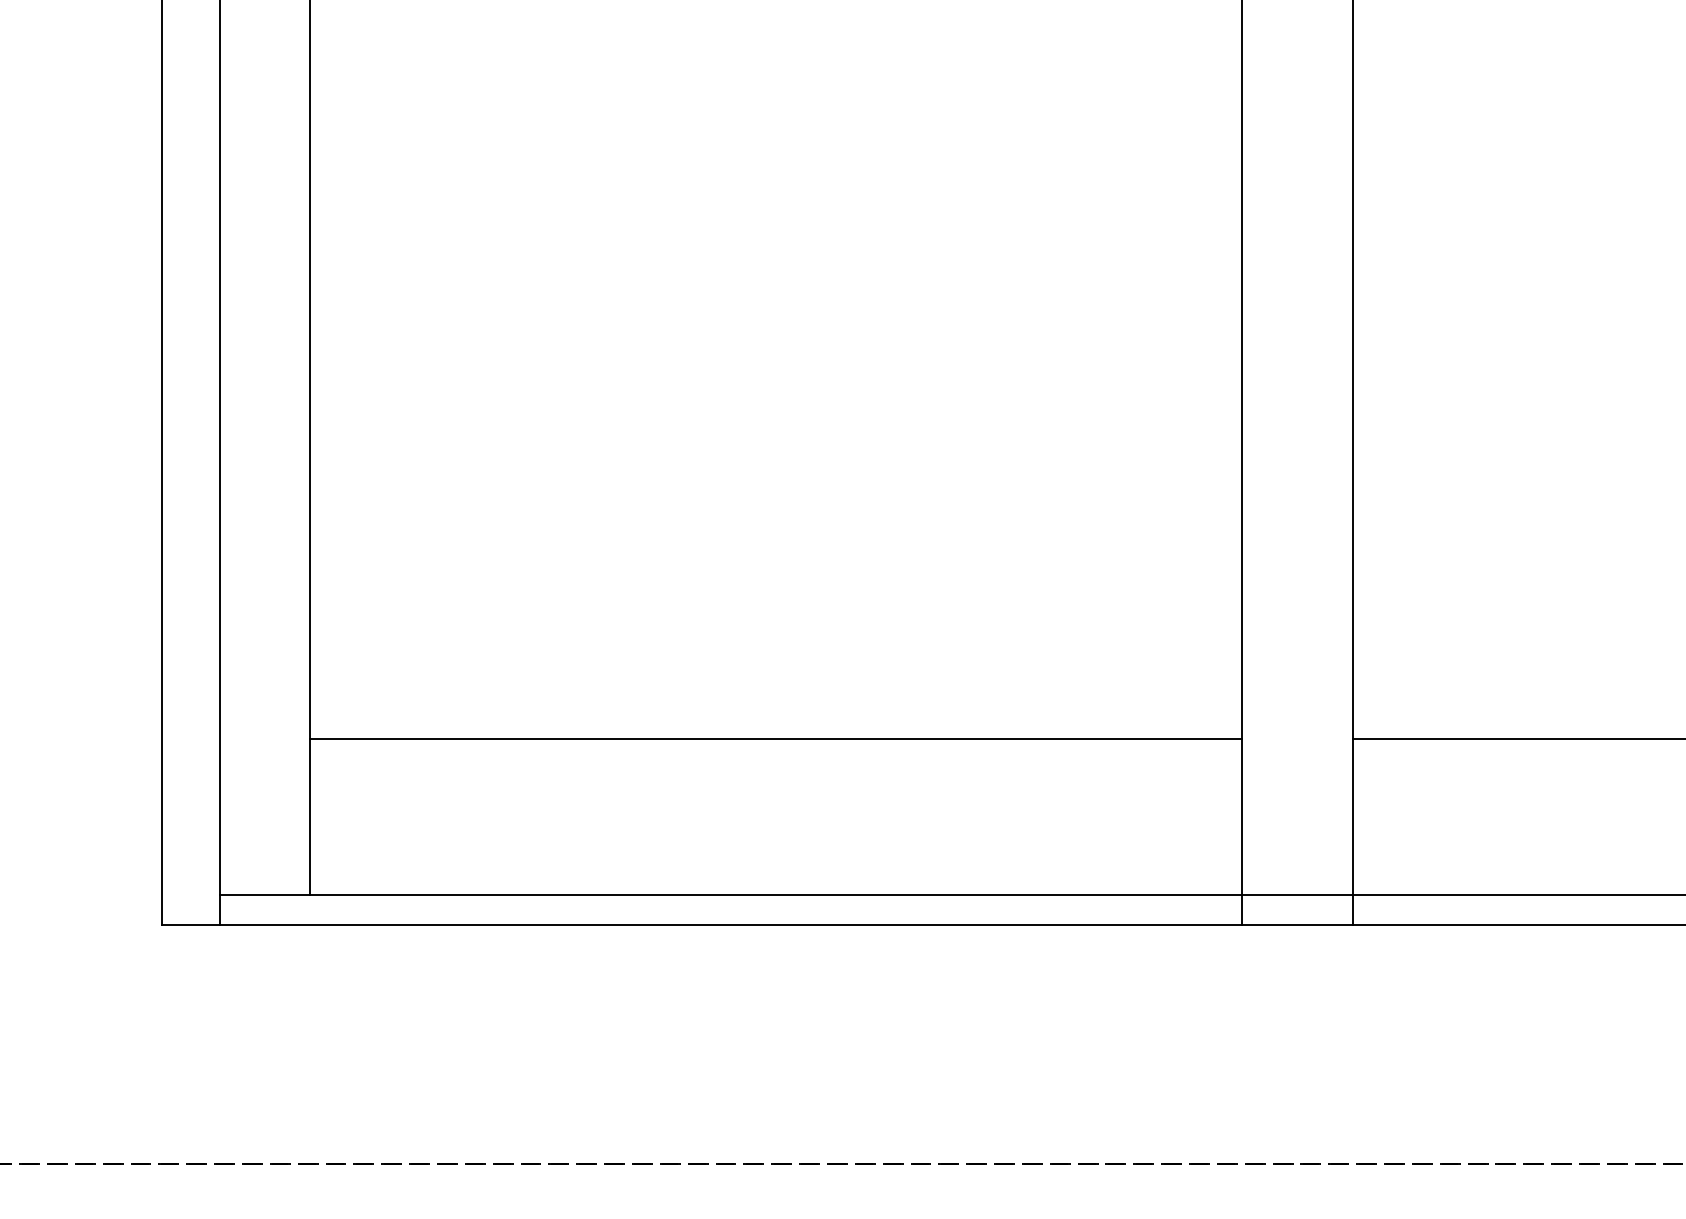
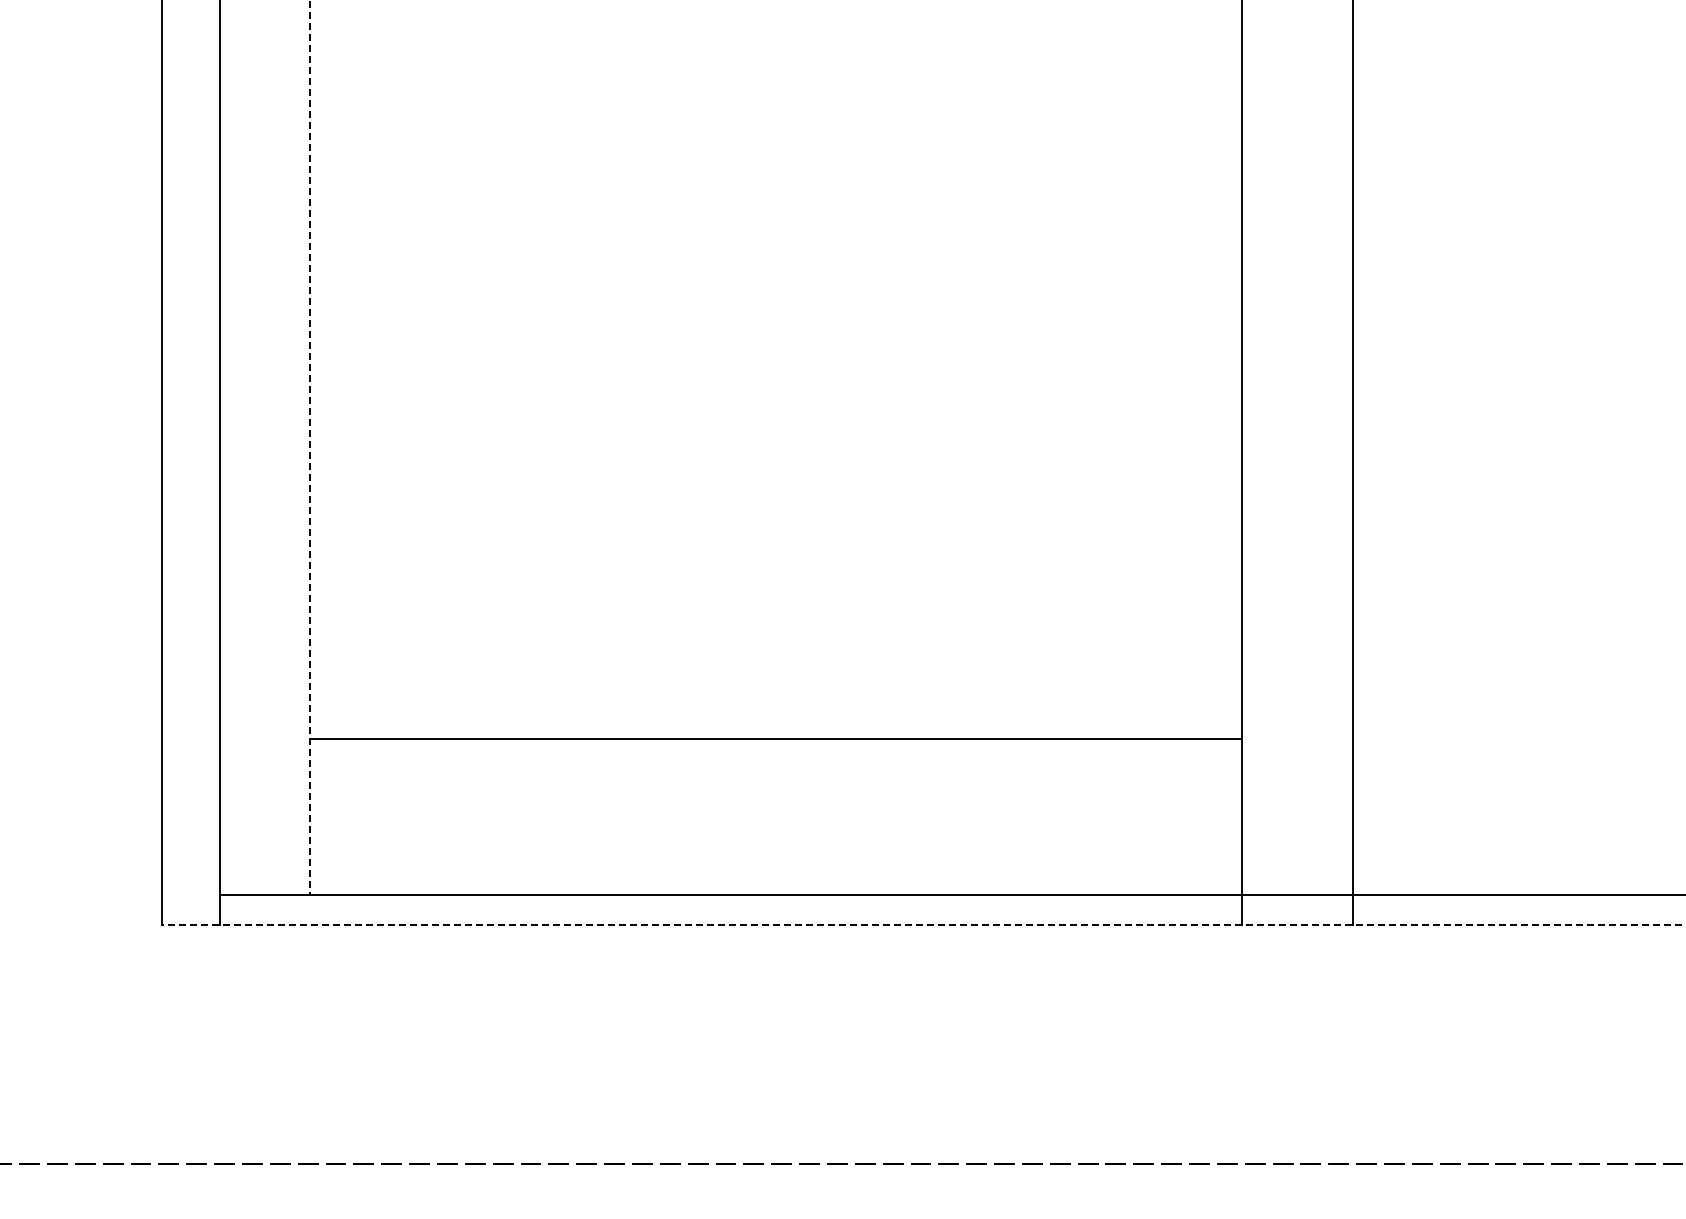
line at (310, 447): solid -> dashed
line at (1517, 739): present -> none
line at (923, 924): solid -> dashed
